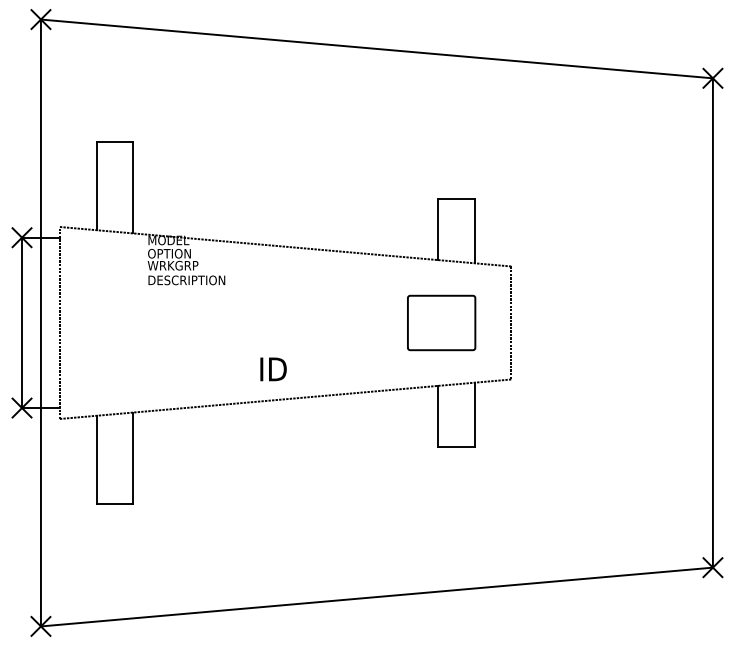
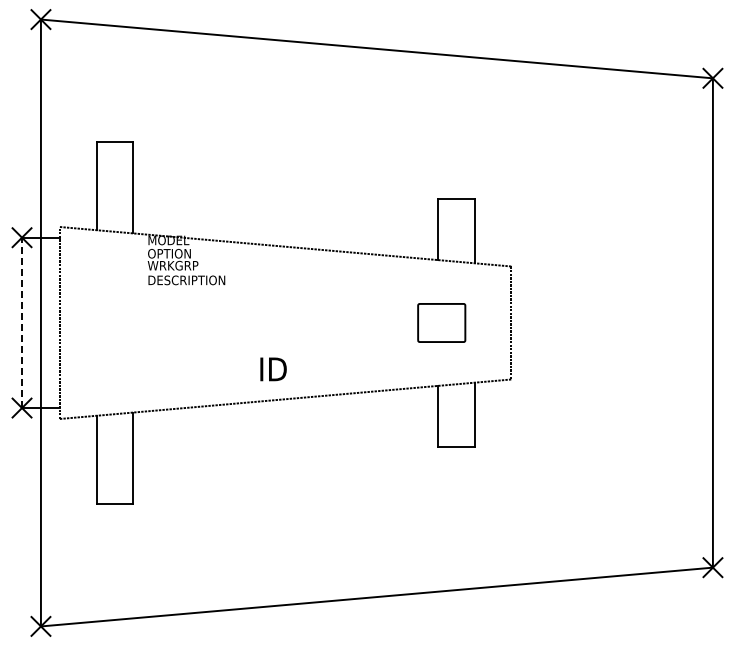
line at (22, 322): solid -> dashed
part at (441, 322) size: 70x58 px -> 50x40 px
